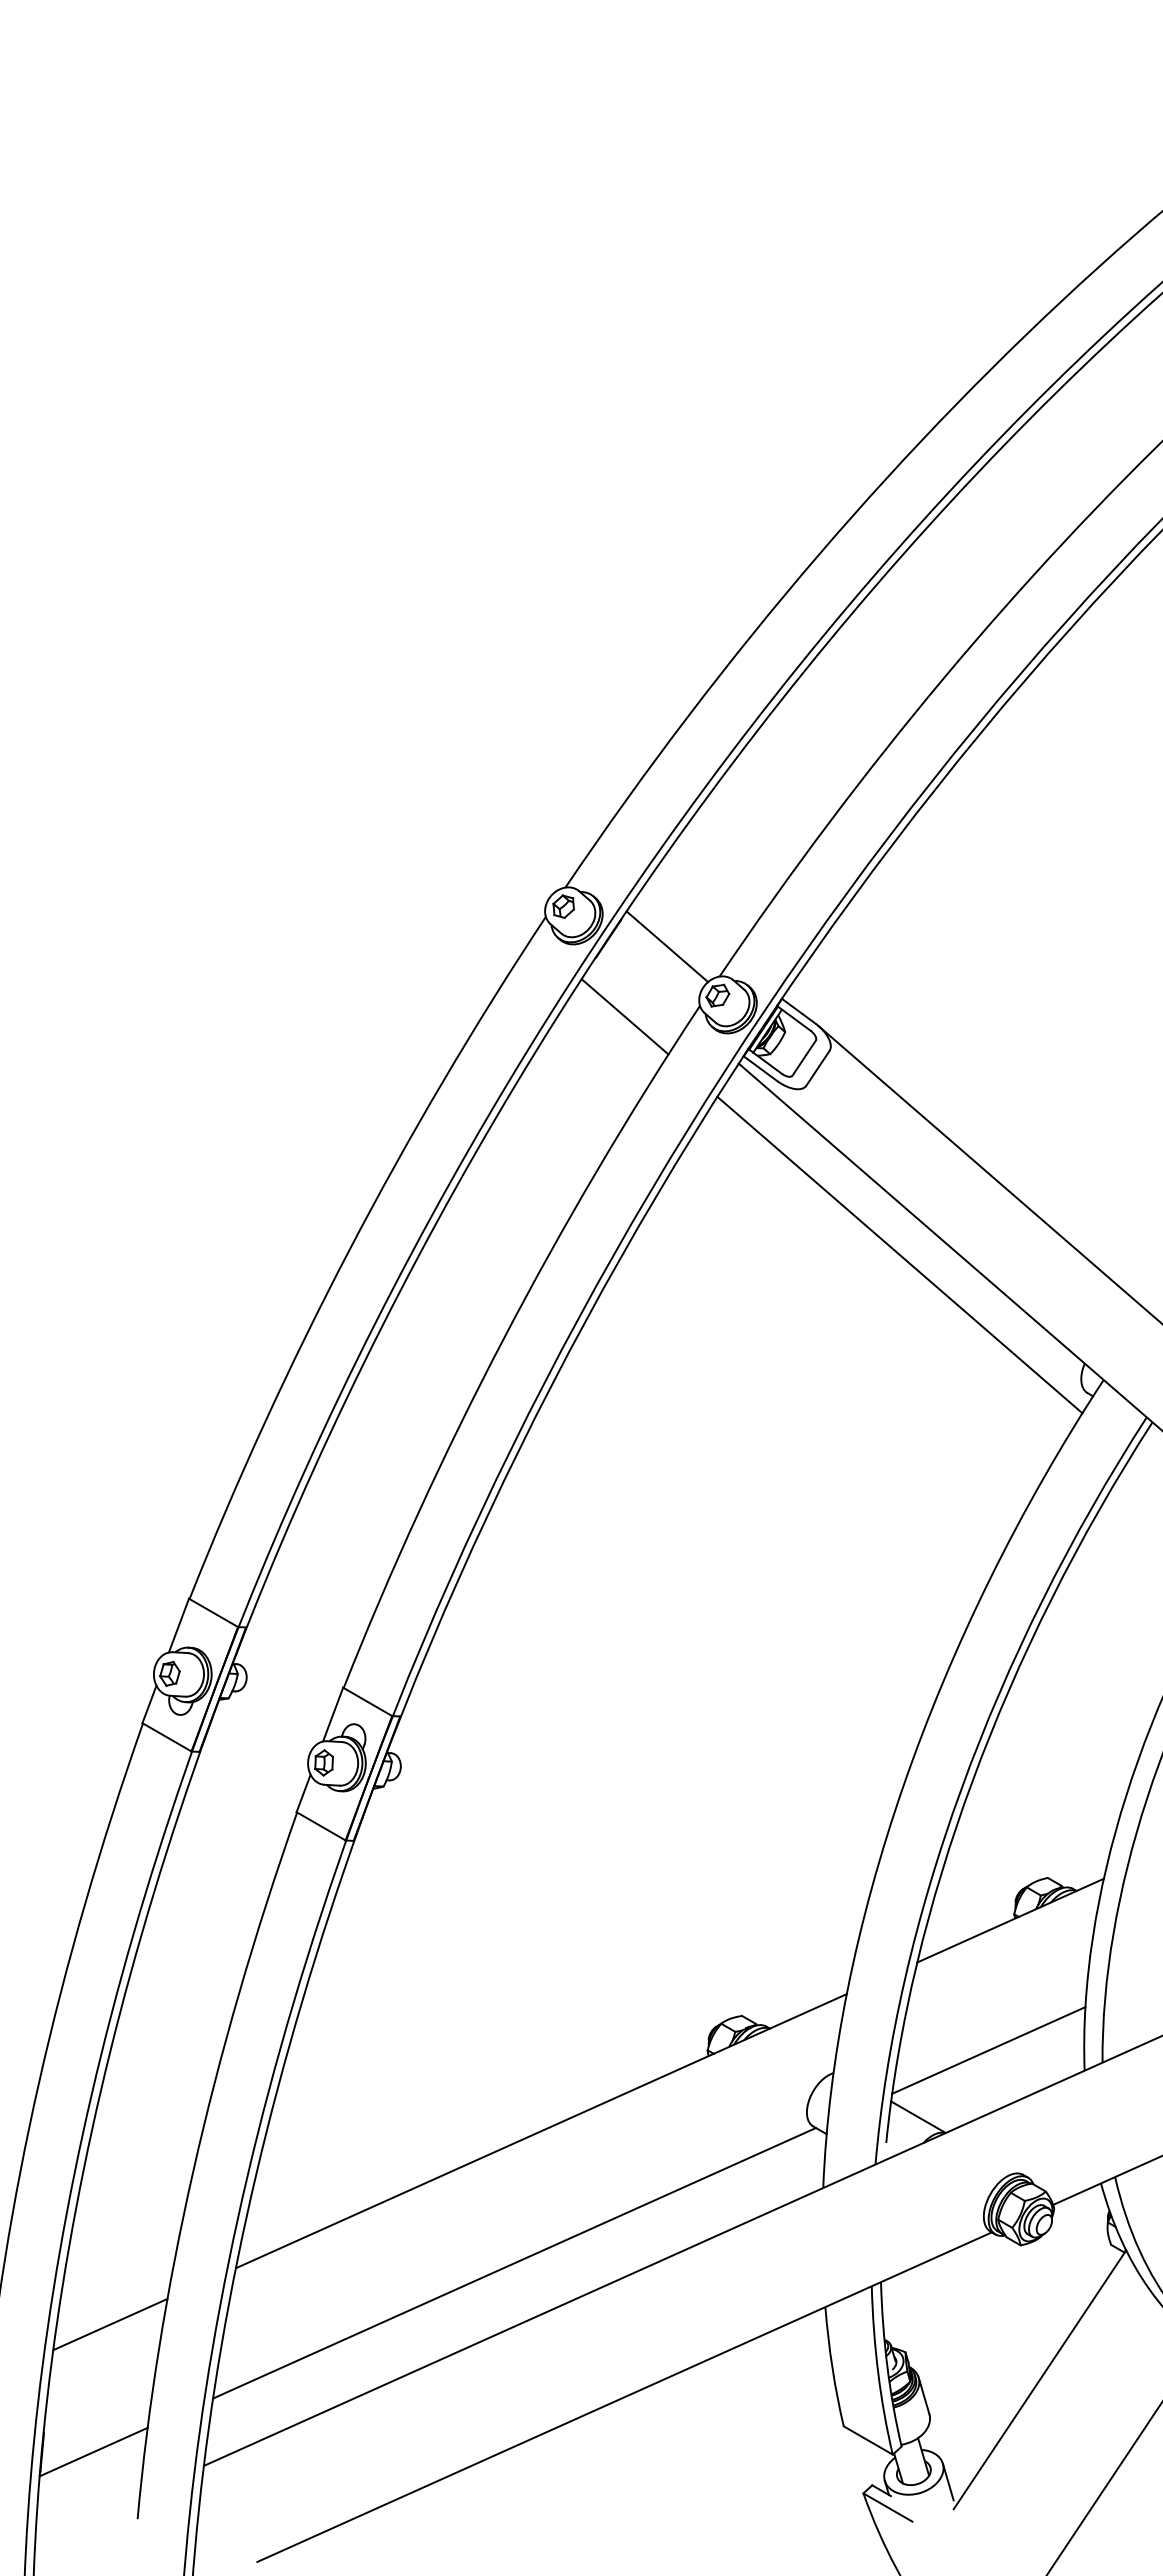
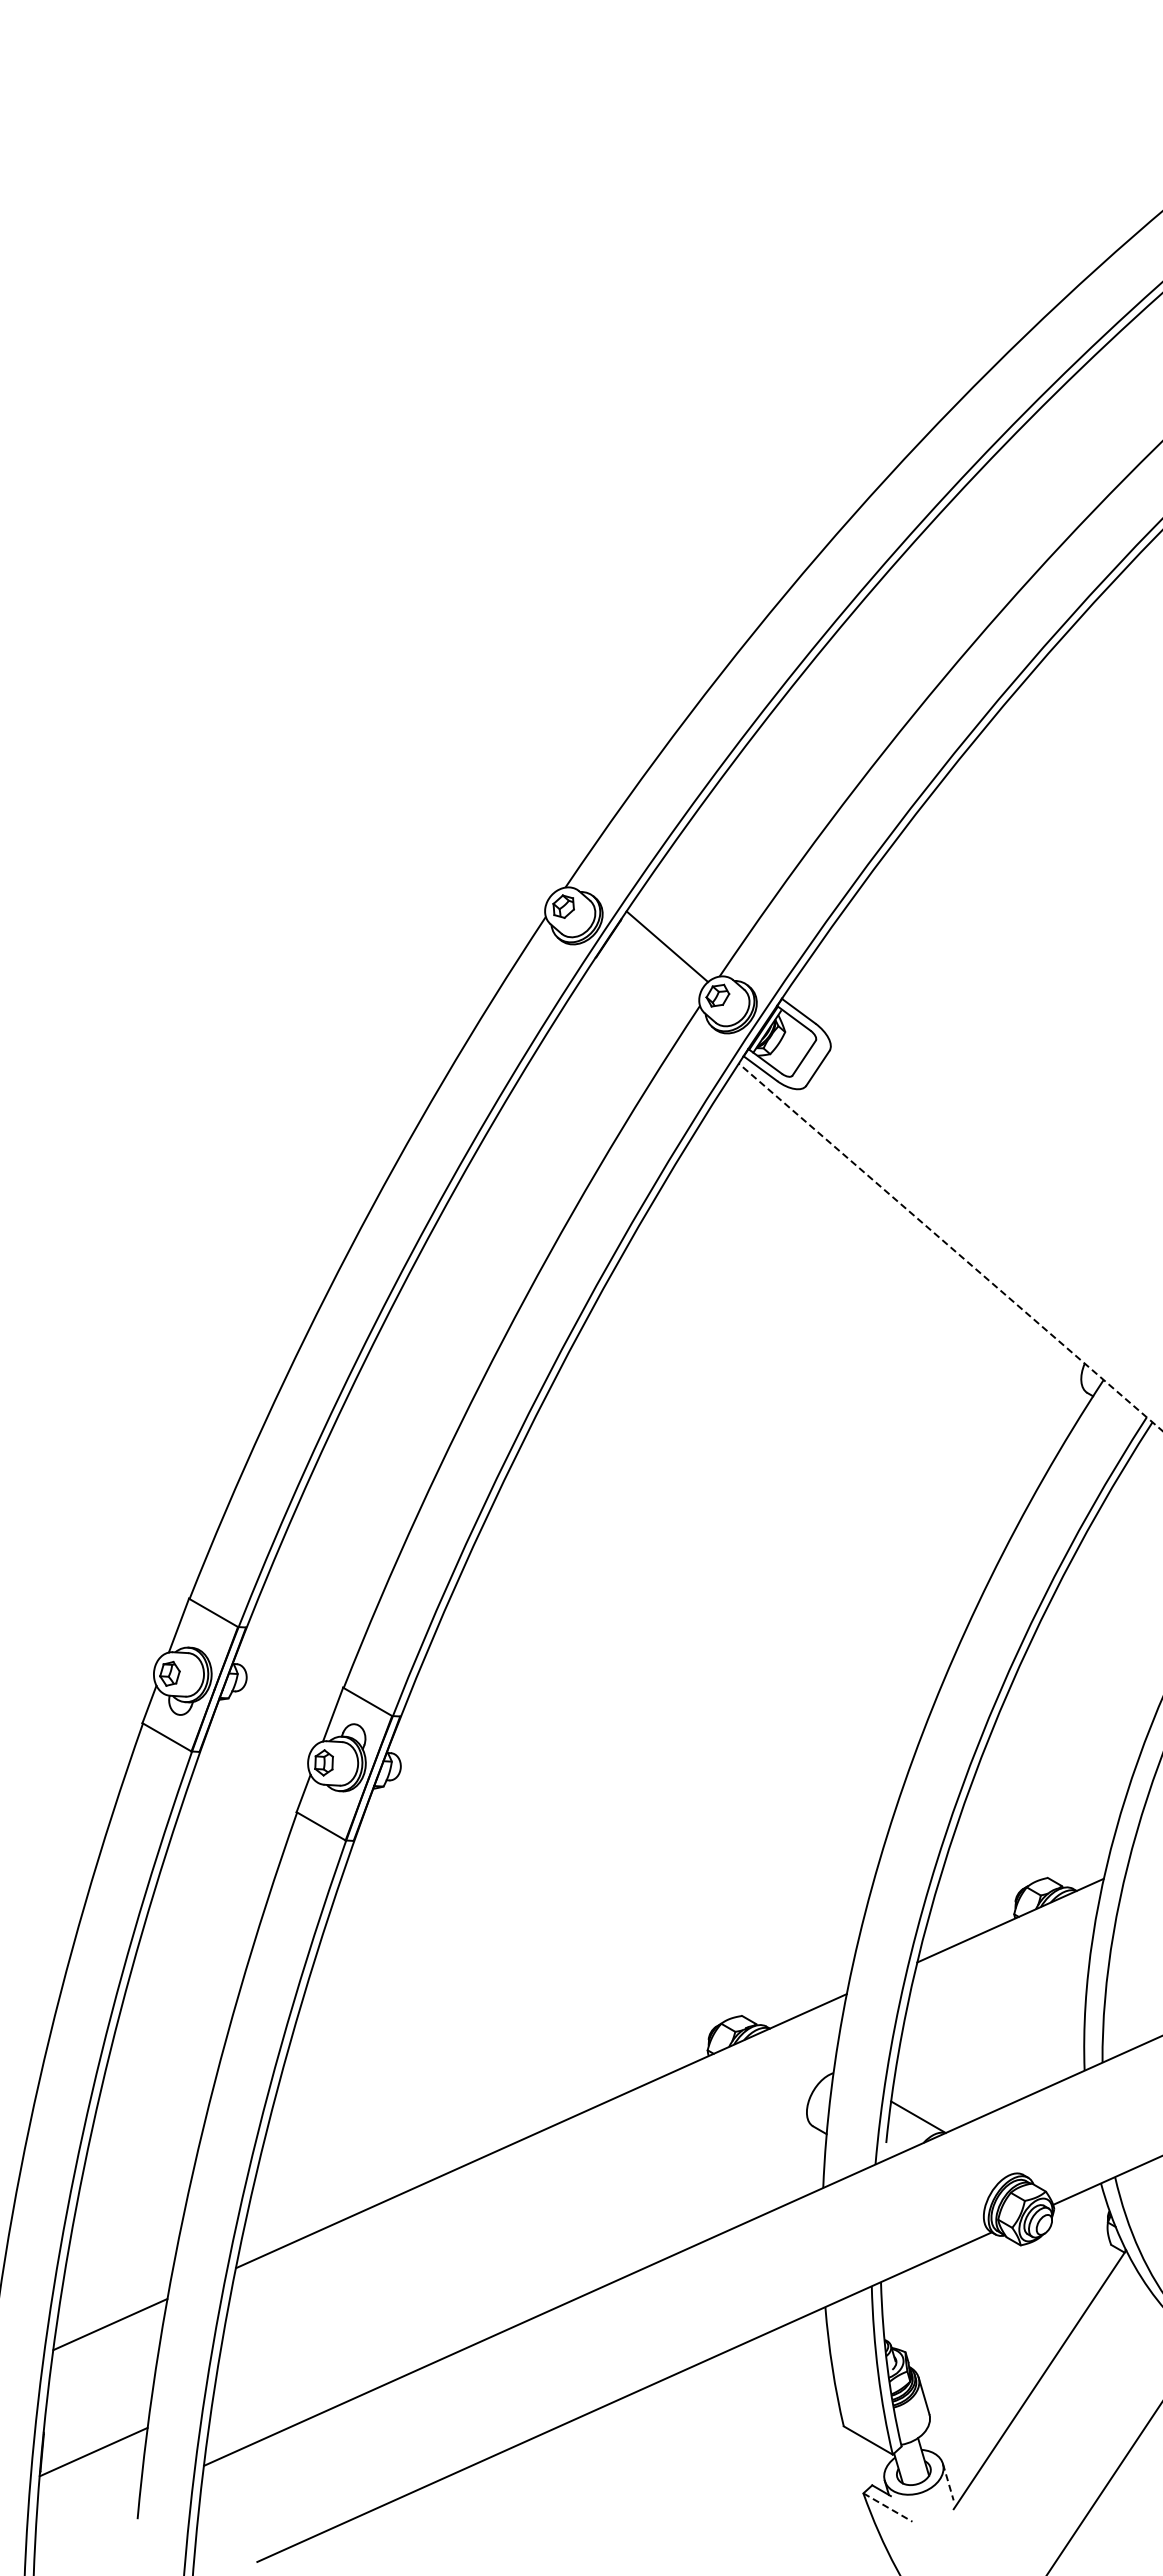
line at (624, 1016): present -> none
line at (988, 1173): present -> none
line at (950, 1246): solid -> dashed
line at (899, 1254): present -> none
line at (988, 2050): present -> none
line at (514, 2263): present -> none
line at (948, 2482): solid -> dashed
line at (888, 2507): solid -> dashed
